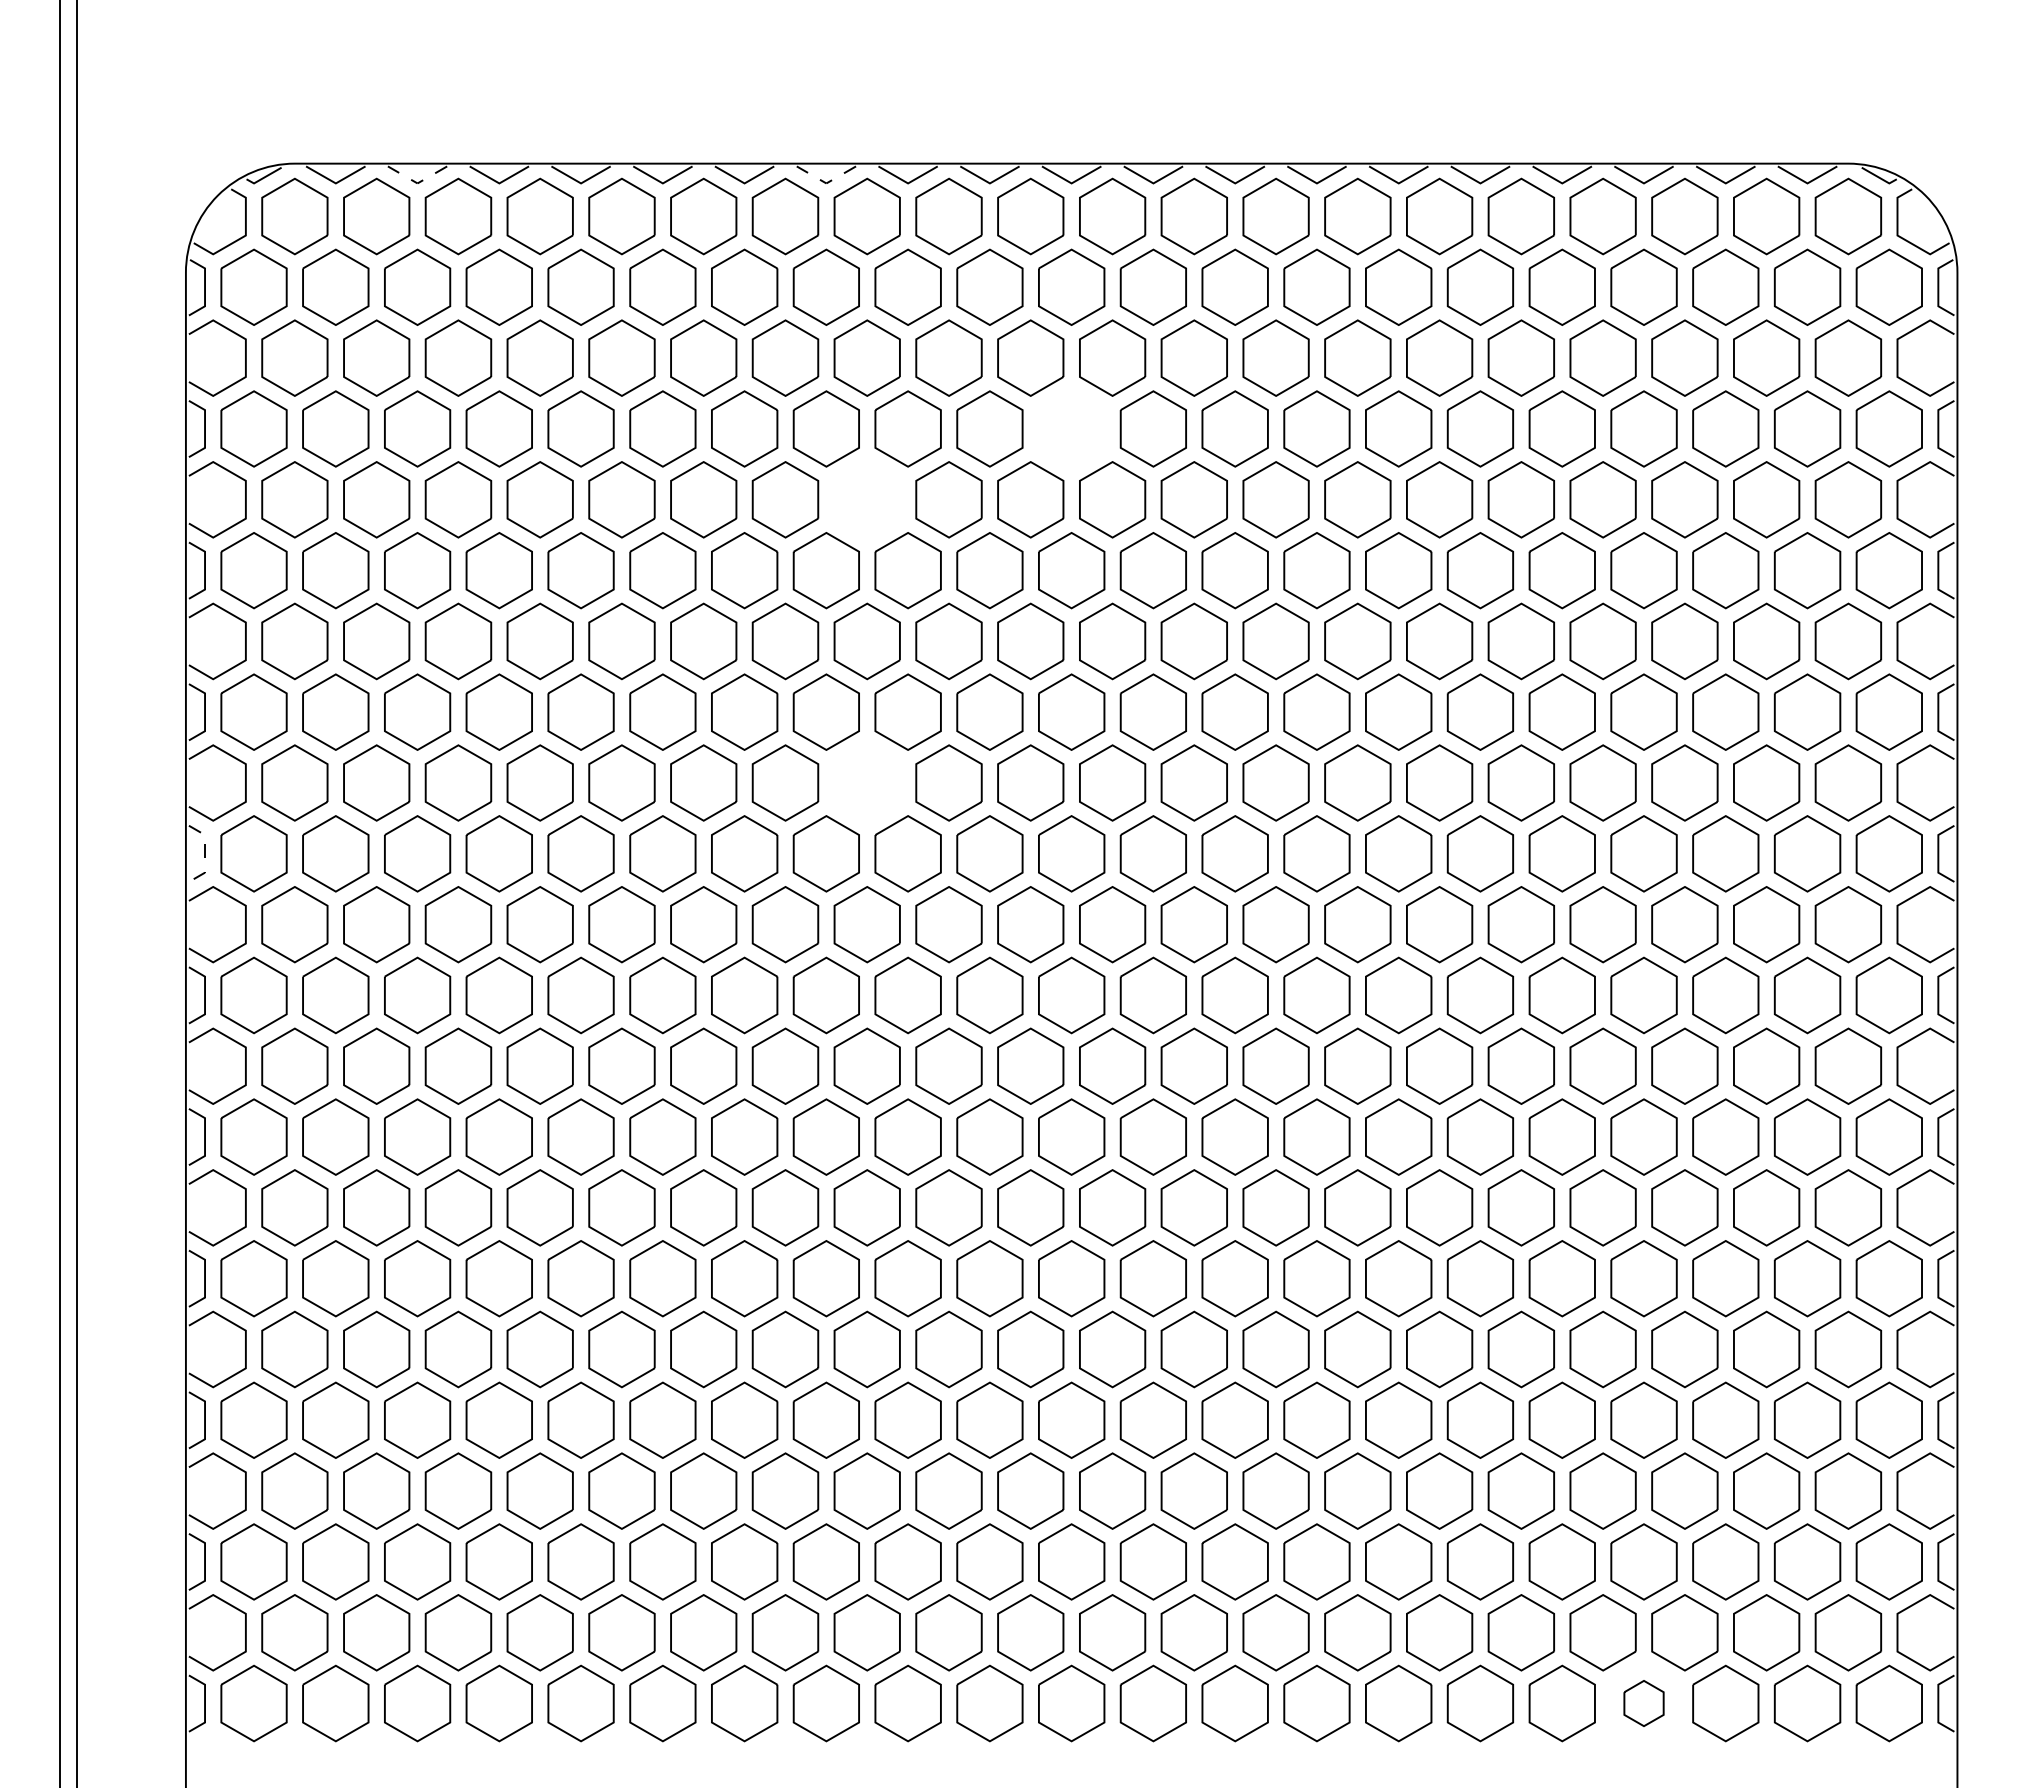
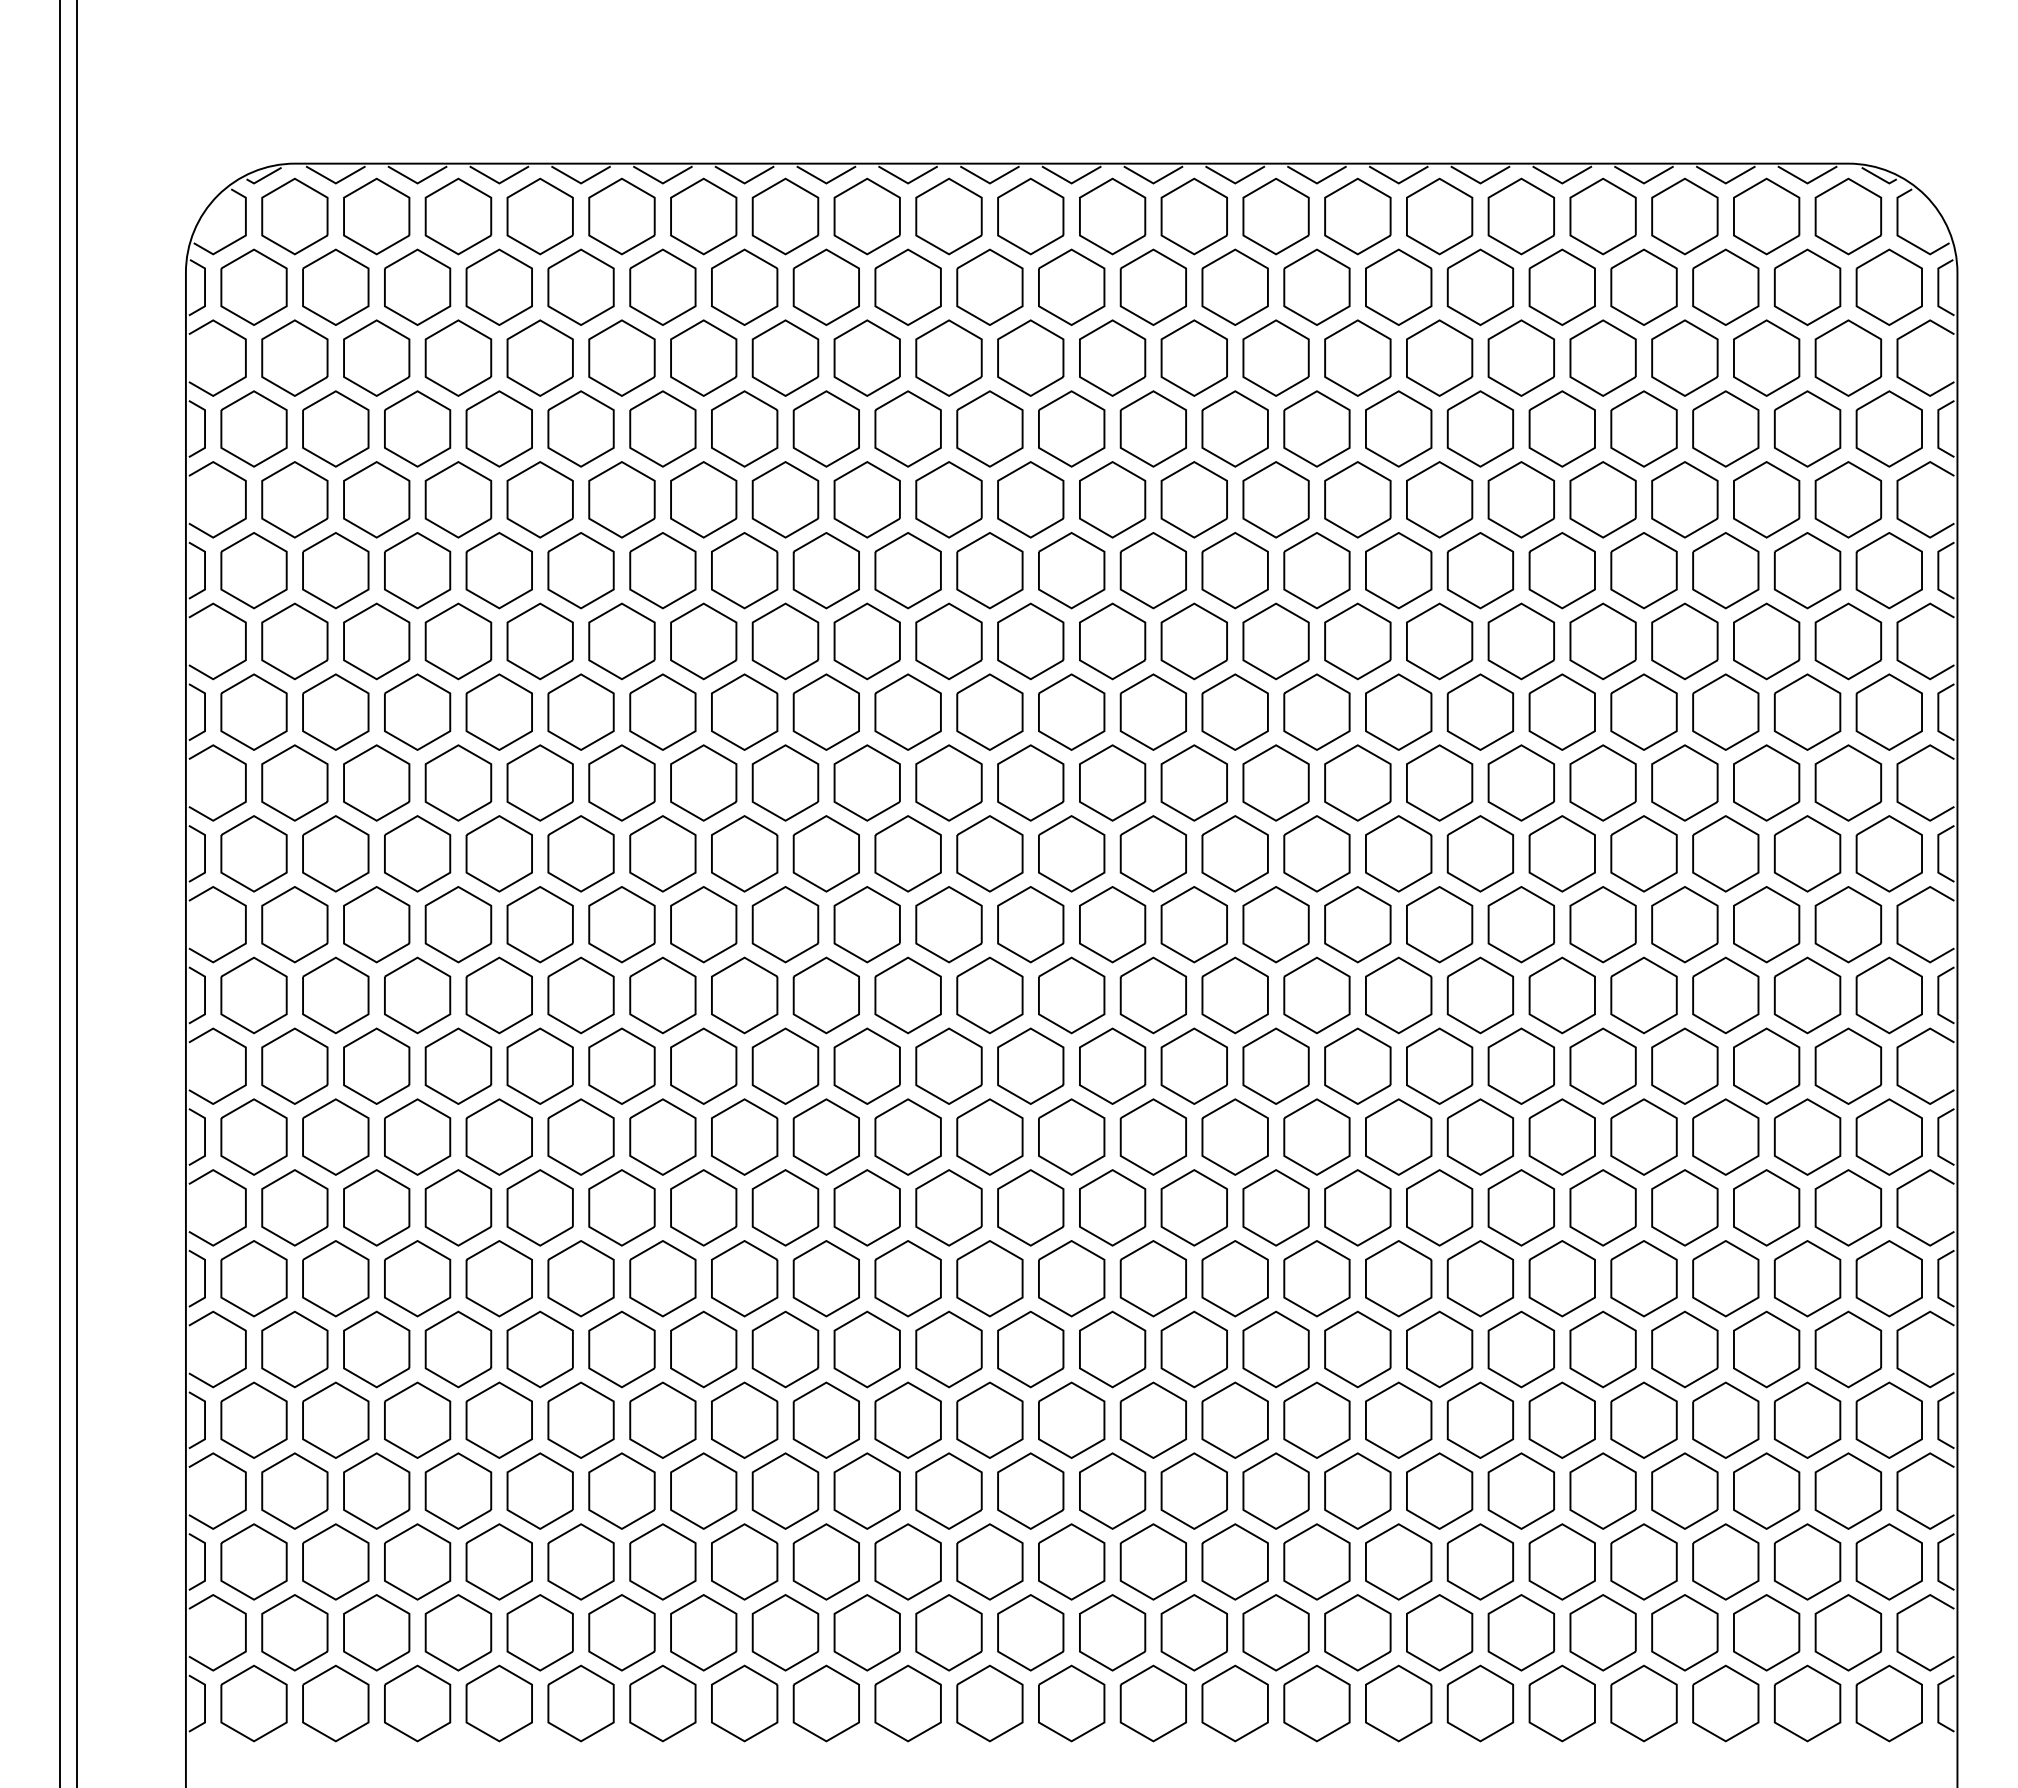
line at (417, 183): dashed -> solid
line at (826, 183): dashed -> solid
part at (1071, 428): none -> present
part at (866, 499): none -> present
part at (866, 782): none -> present
line at (205, 853): dashed -> solid
part at (1643, 1703) size: 42x47 px -> 68x79 px
